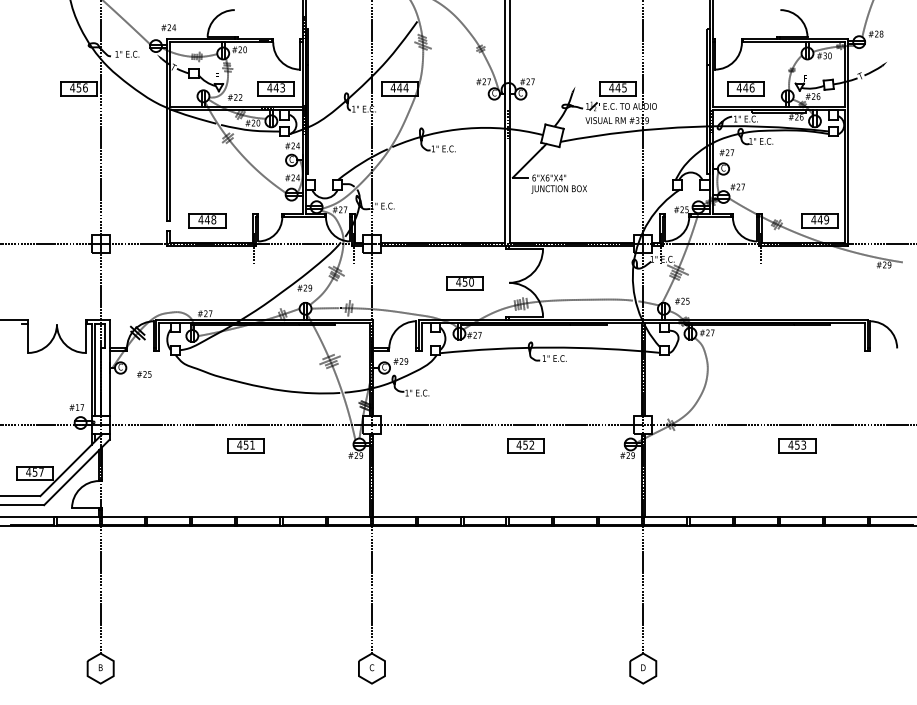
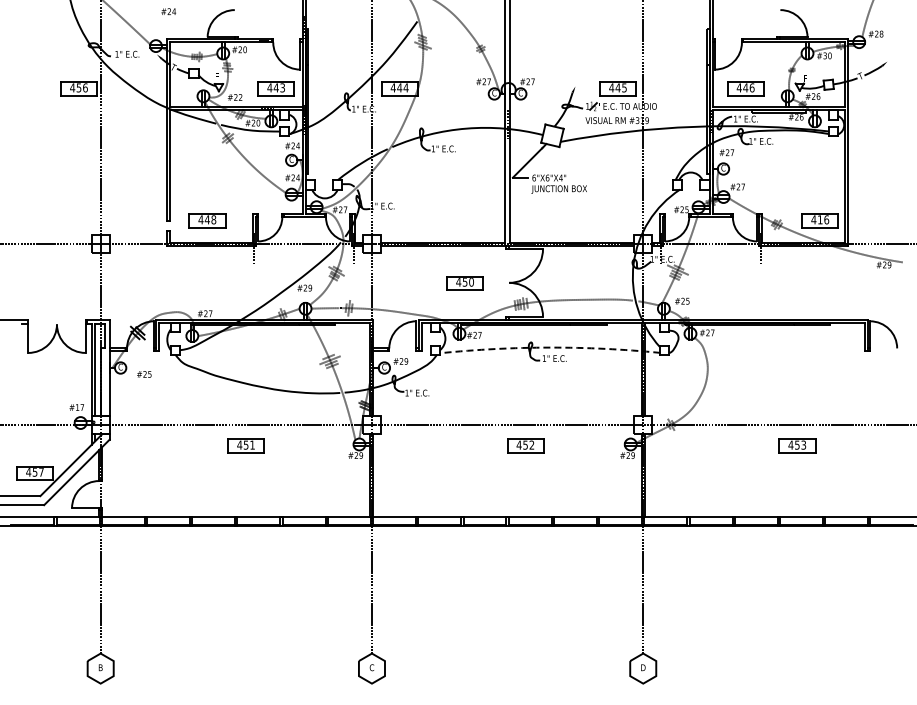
text at (168, 27) position: (168, 27) -> (168, 11)
text at (823, 219): 449 -> 416
arc at (550, 347): solid -> dashed
